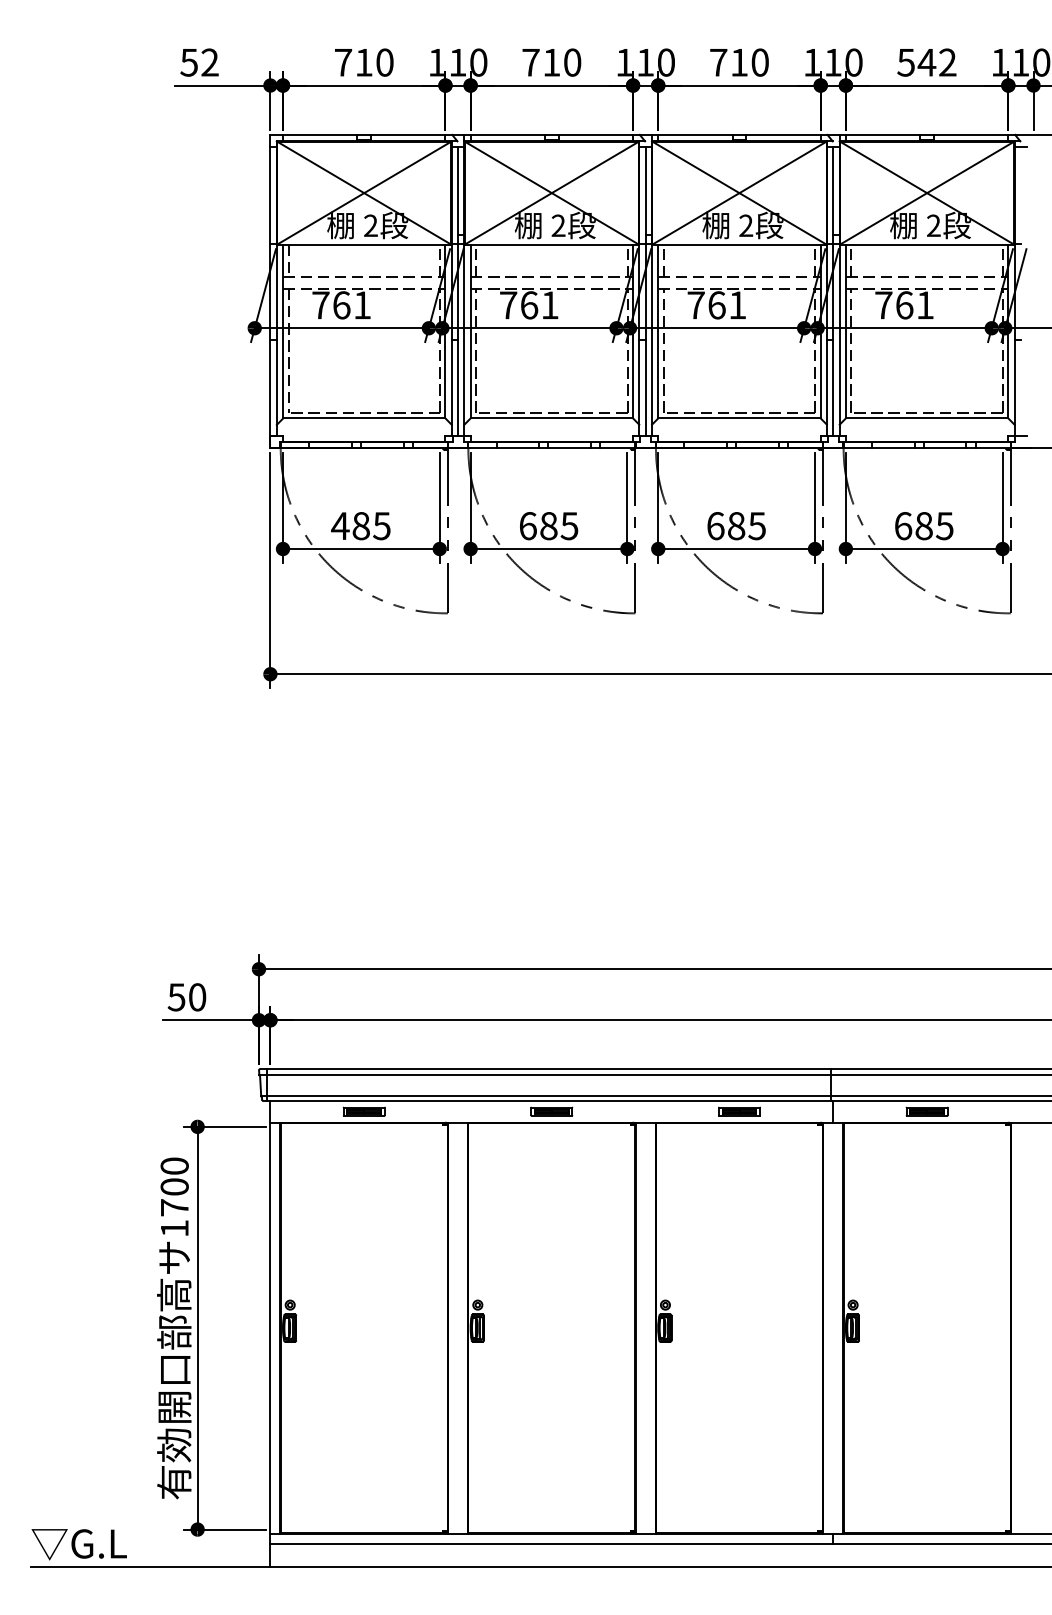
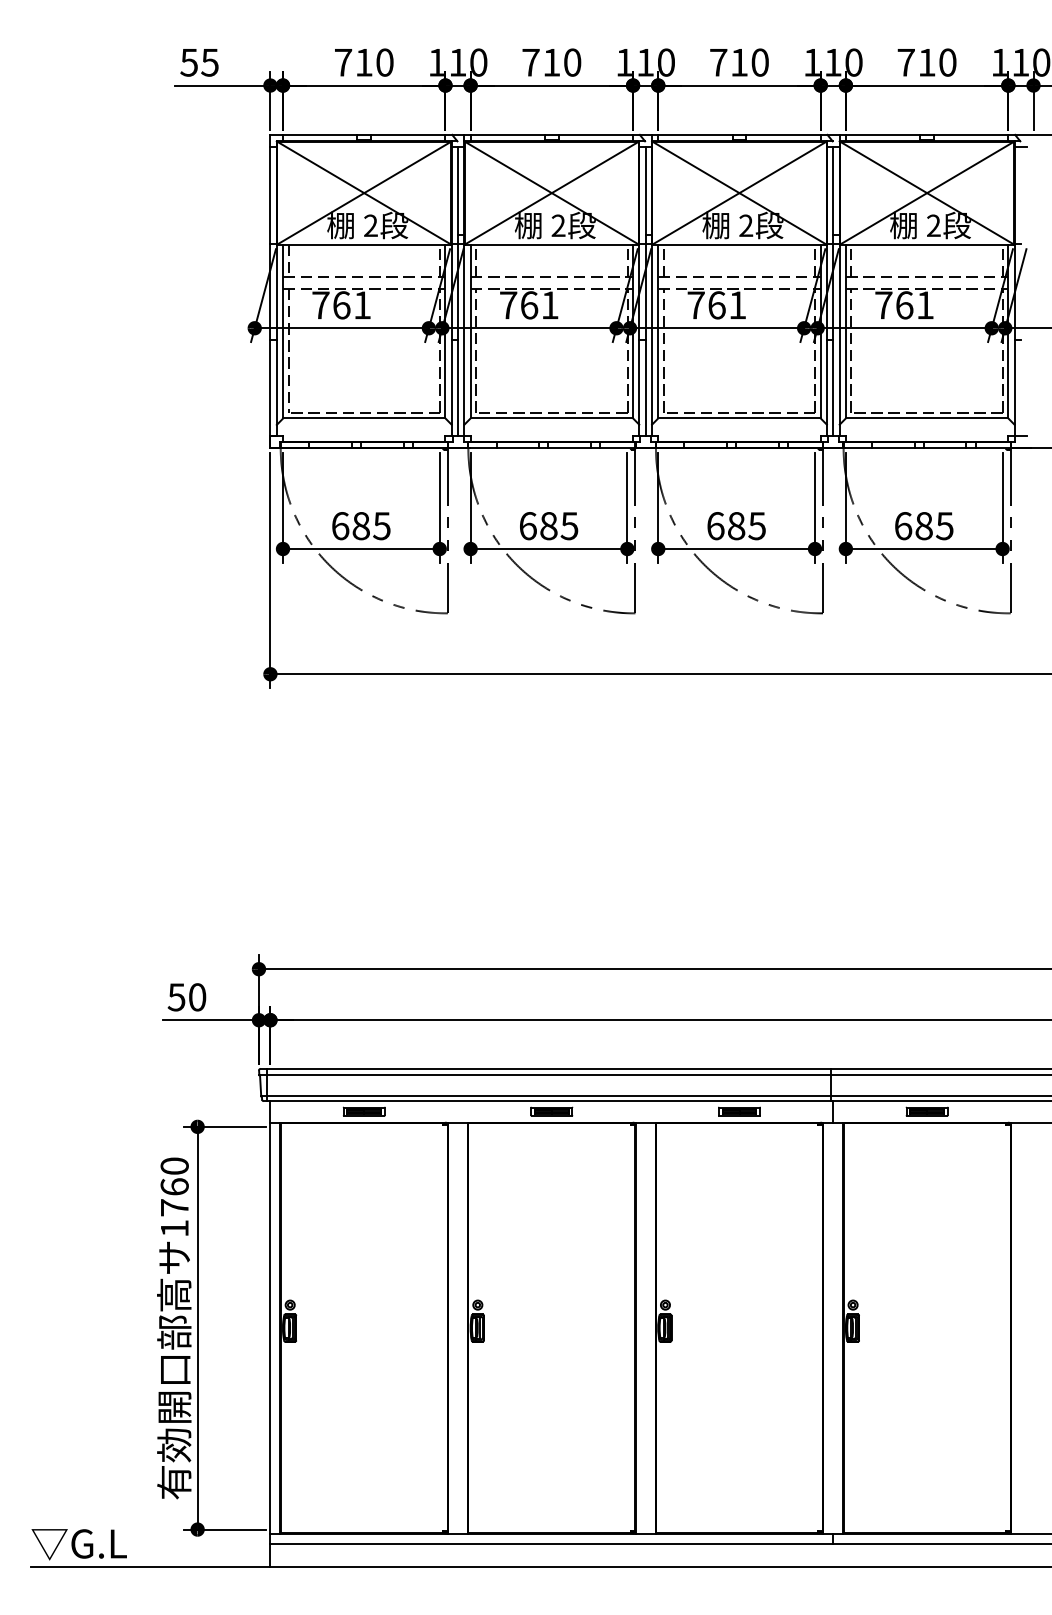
text at (209, 62): 52 -> 55
text at (926, 62): 542 -> 710
text at (340, 526): 485 -> 685
text at (174, 1186): 1700 -> 1760
